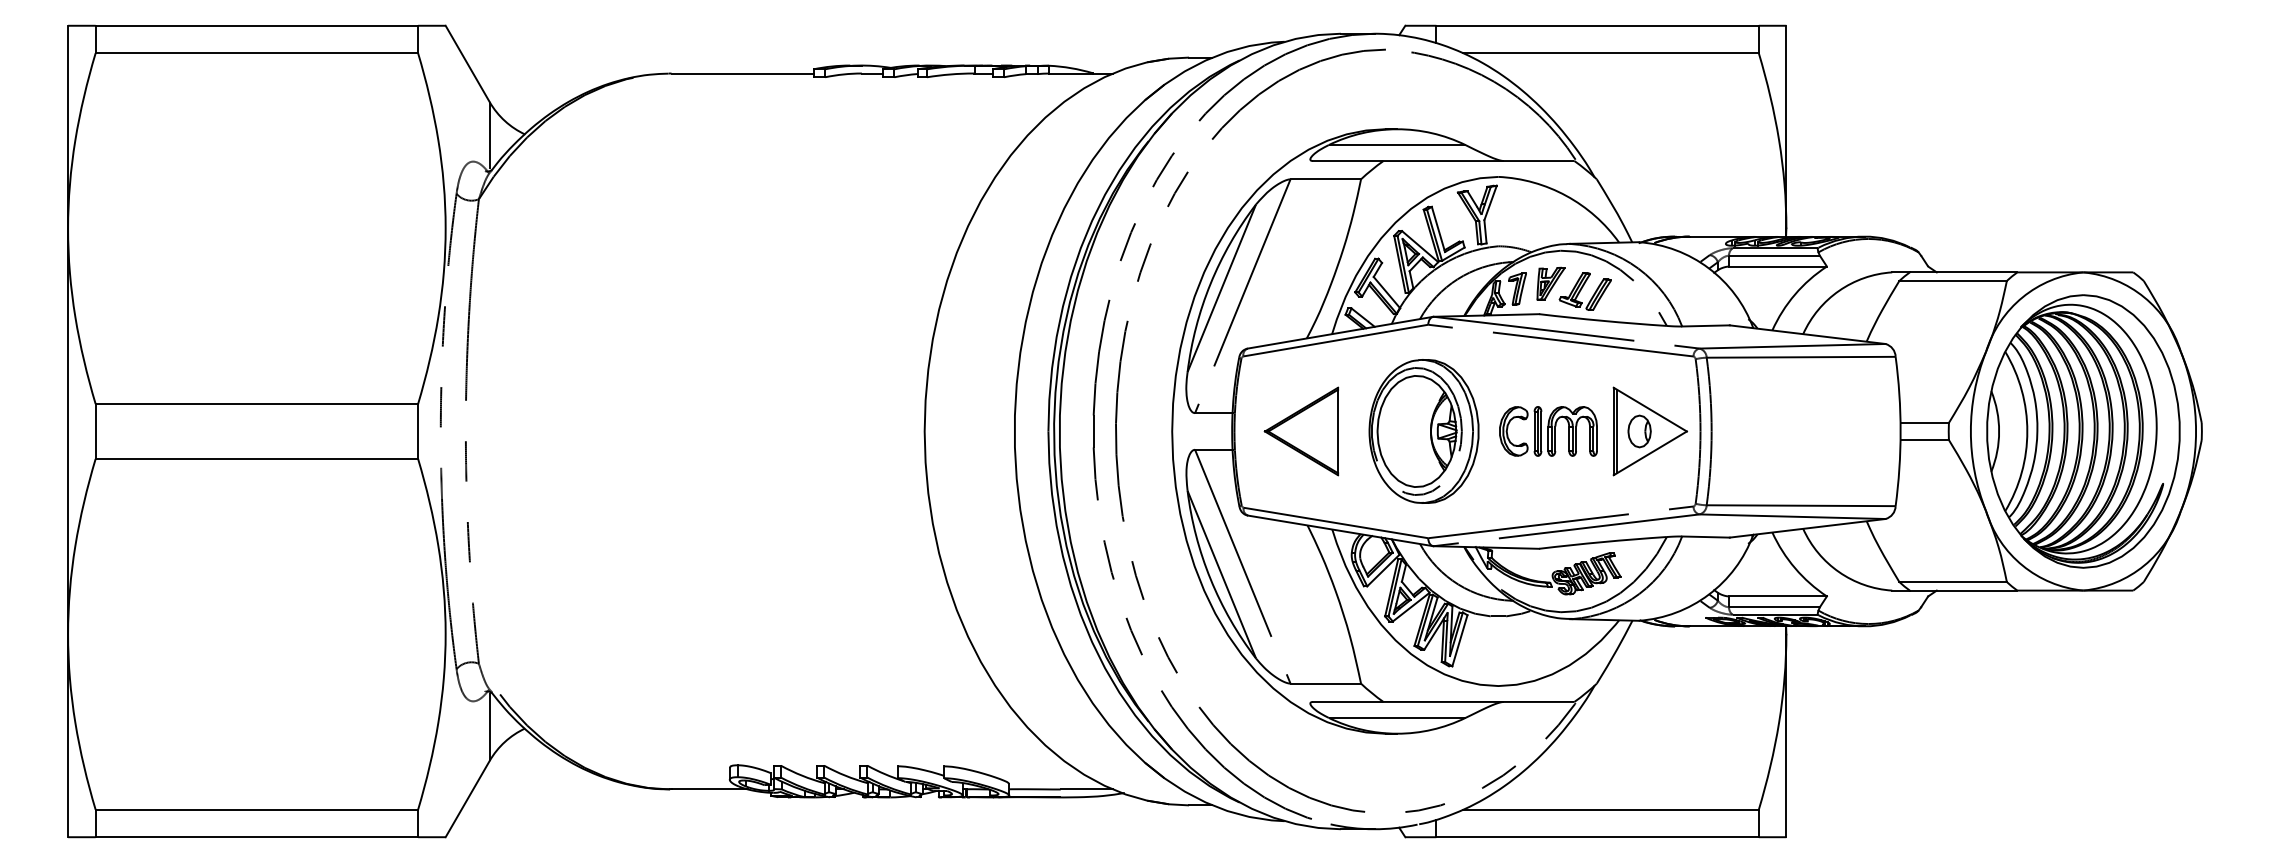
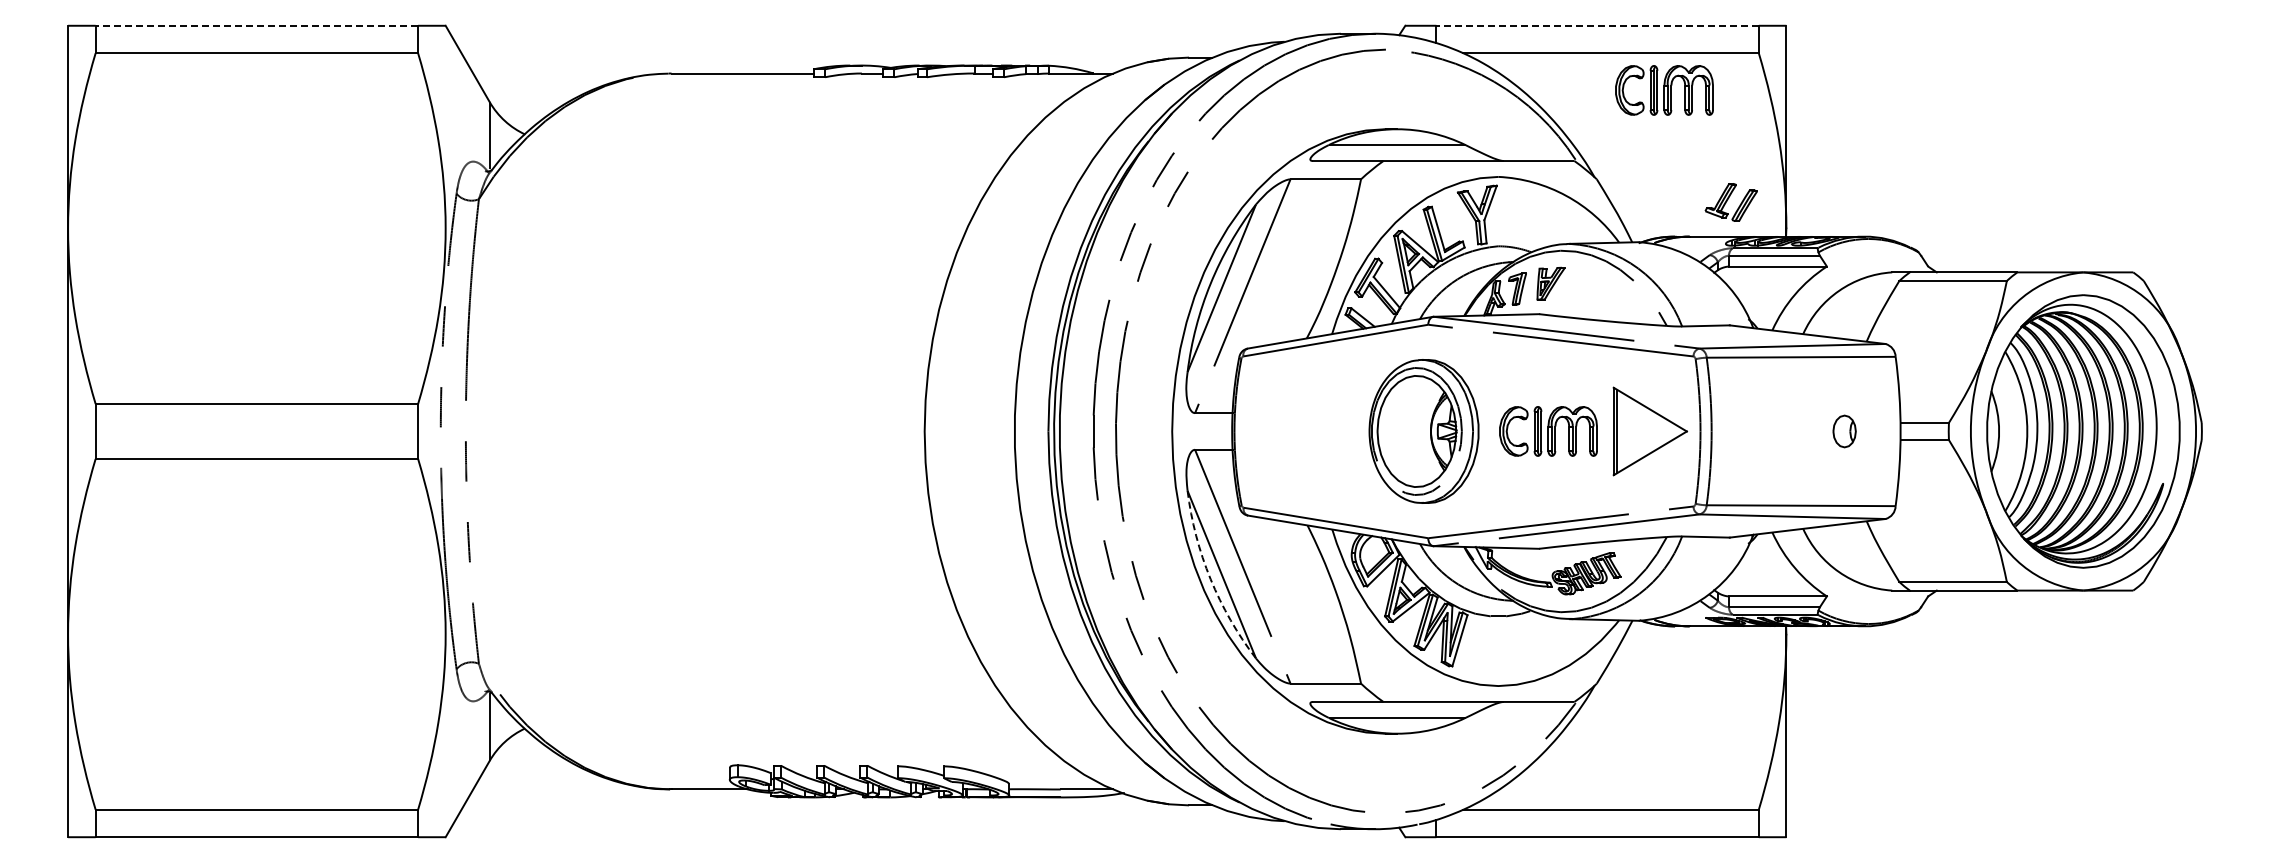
line at (256, 25): solid -> dashed
line at (1597, 25): solid -> dashed
part at (1664, 90): none -> present
part at (1584, 291) position: (1584, 291) -> (1730, 202)
part at (1301, 431): present -> none
part at (1639, 431) position: (1639, 431) -> (1844, 431)
arc at (1210, 579): solid -> dashed
